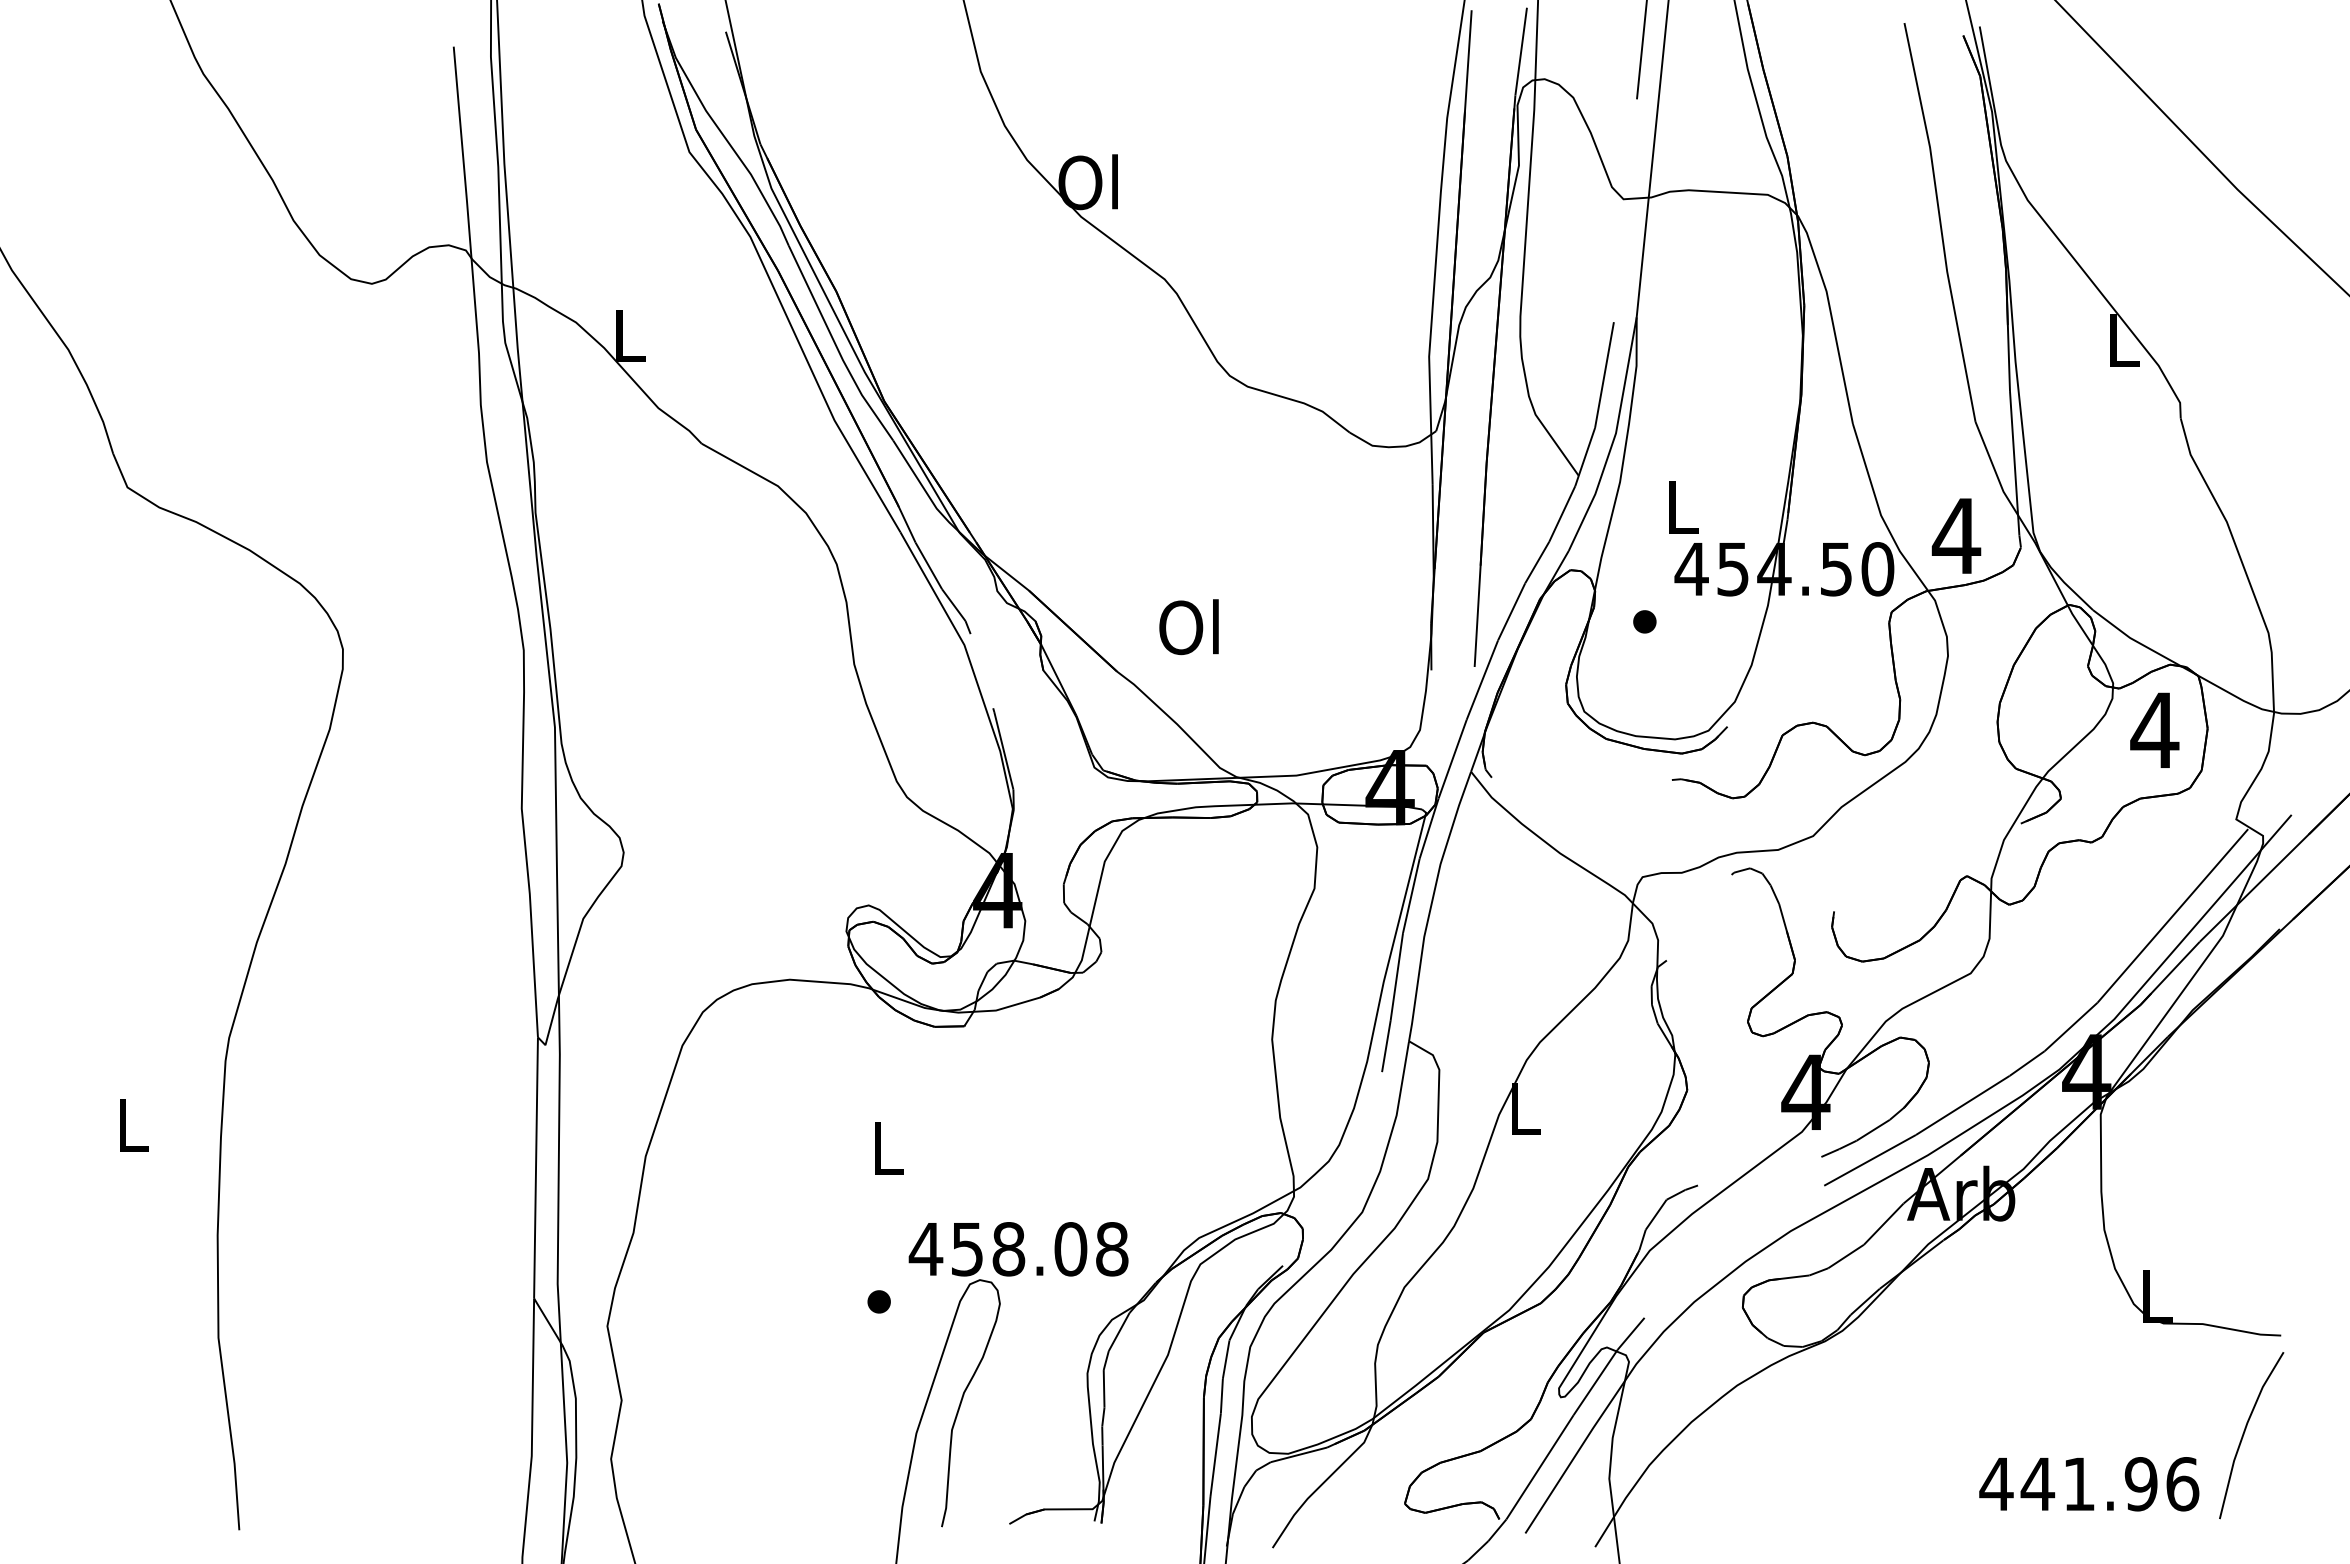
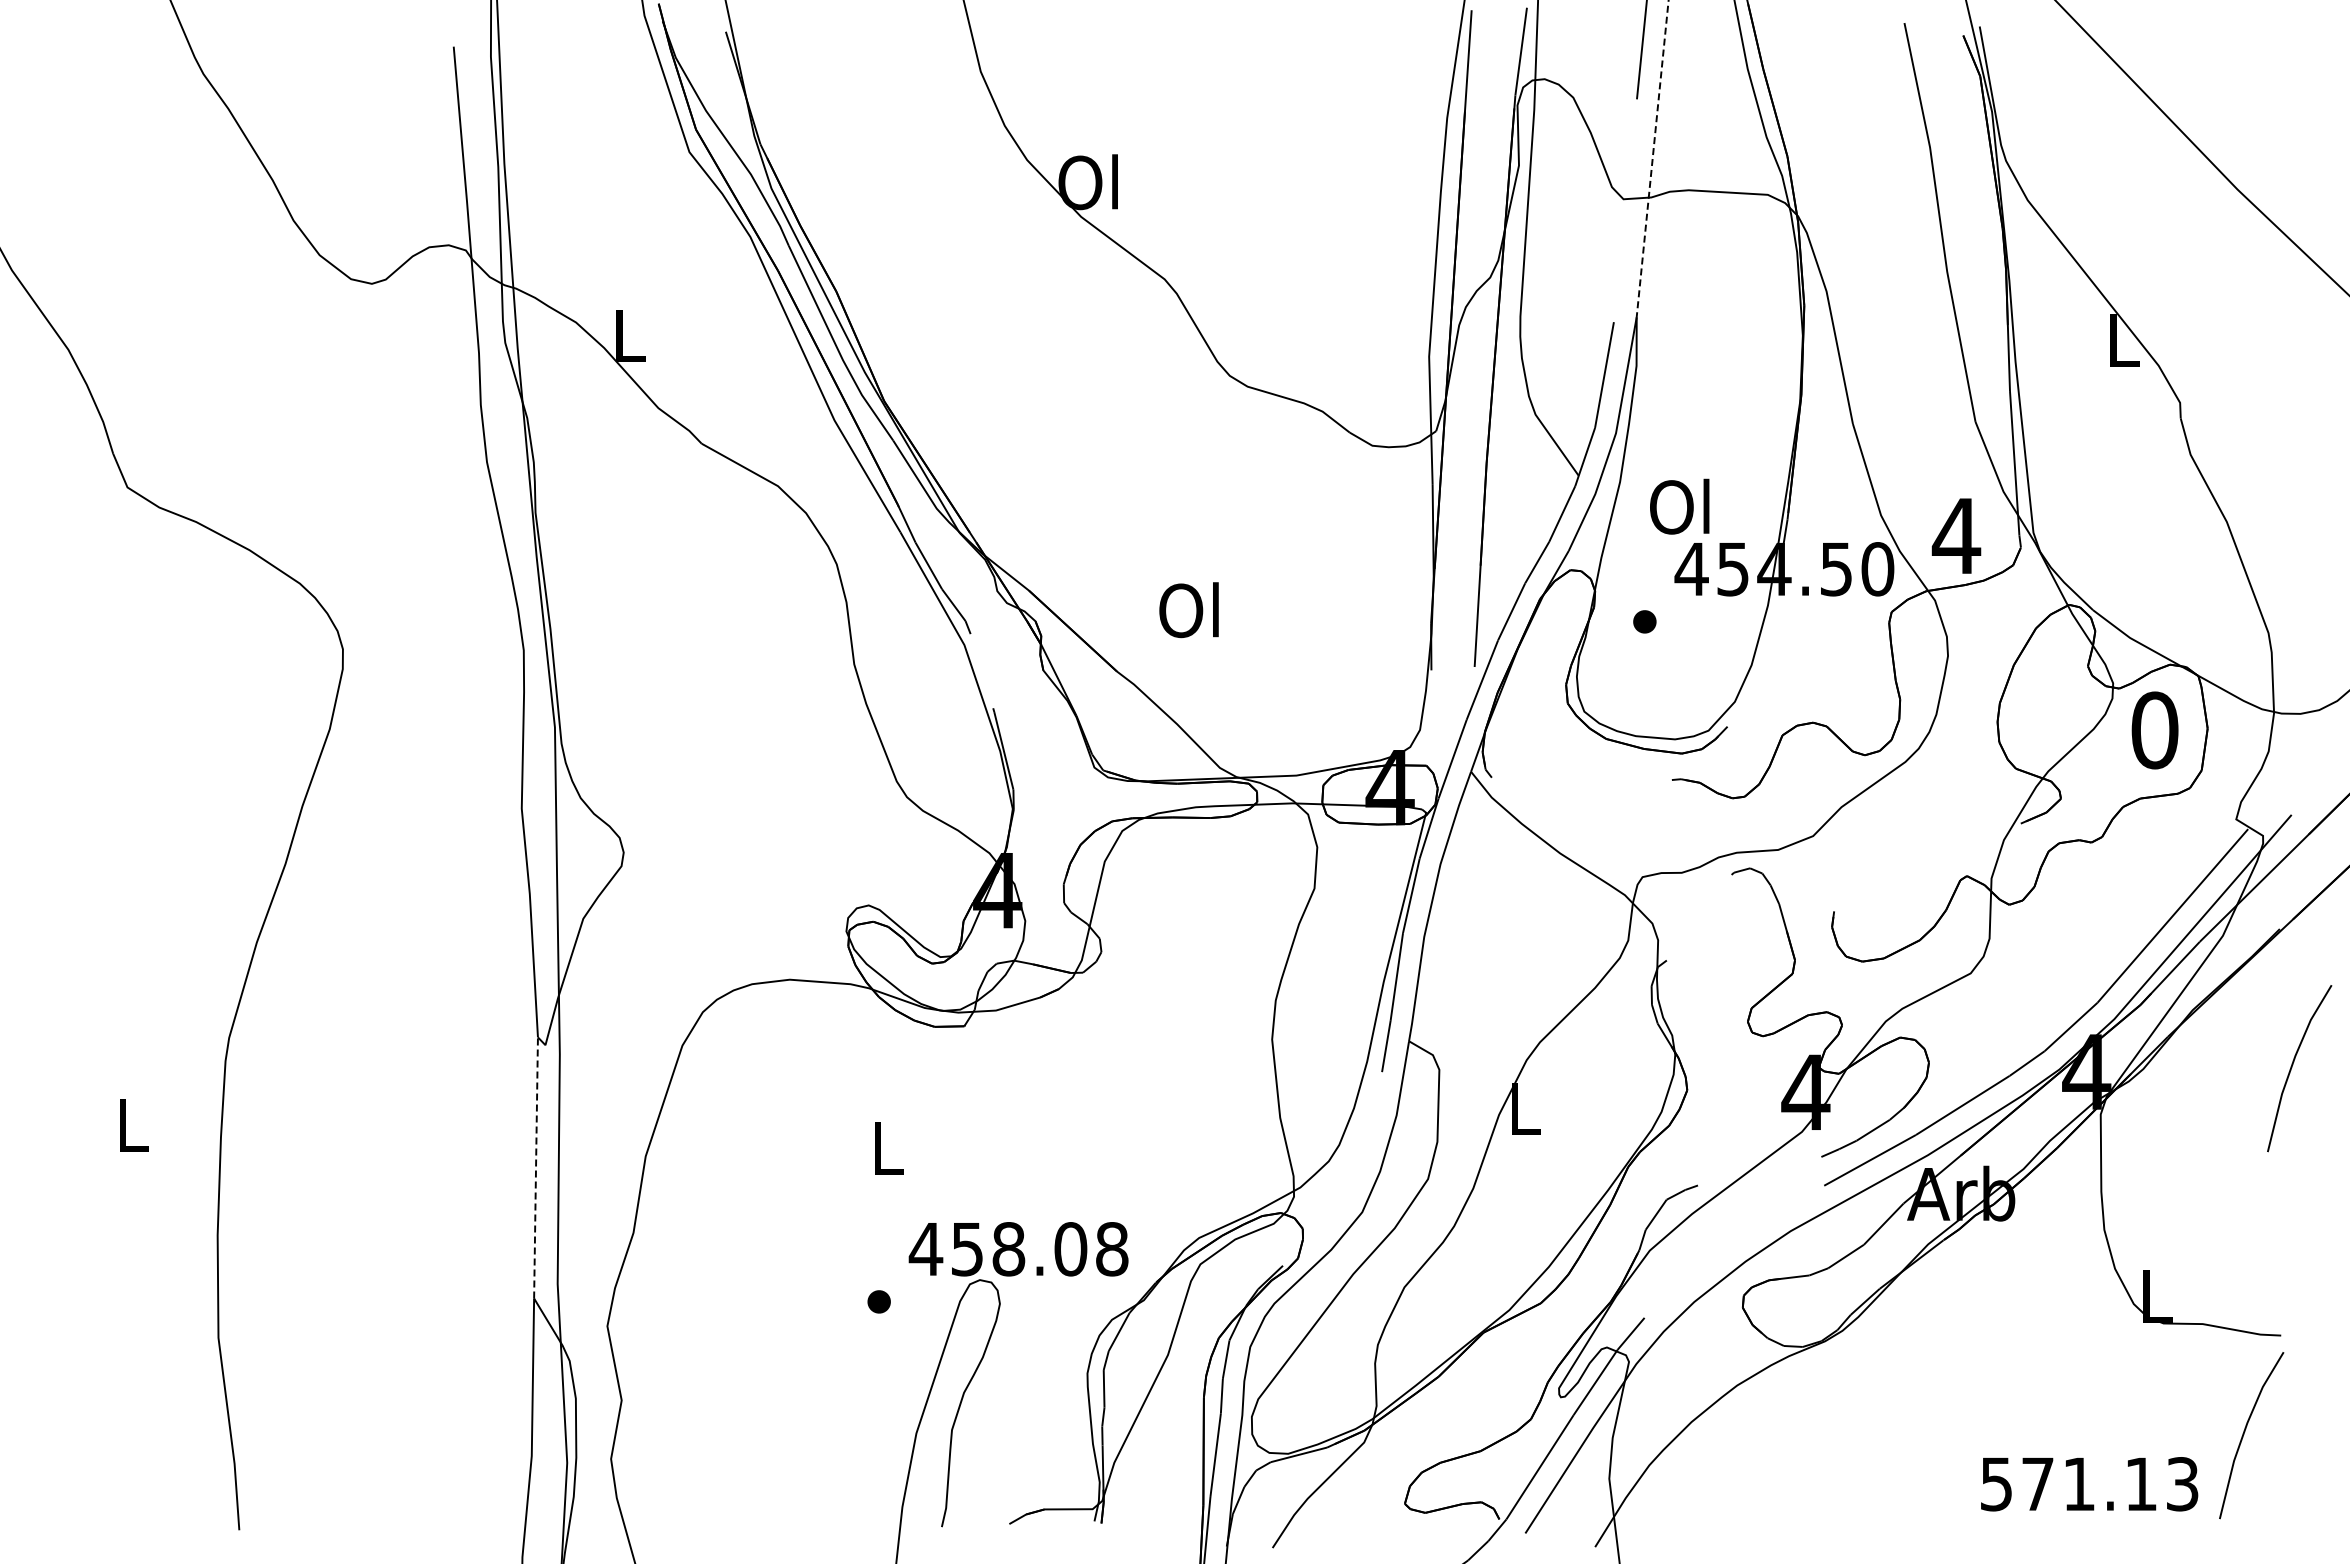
line at (1652, 159): solid -> dashed
text at (1679, 506): L -> Ol
text at (1188, 627) position: (1188, 627) -> (1188, 610)
text at (2154, 730): 4 -> 0
line at (2292, 1067): none -> present
line at (536, 1167): solid -> dashed
text at (2089, 1484): 441.96 -> 571.13
